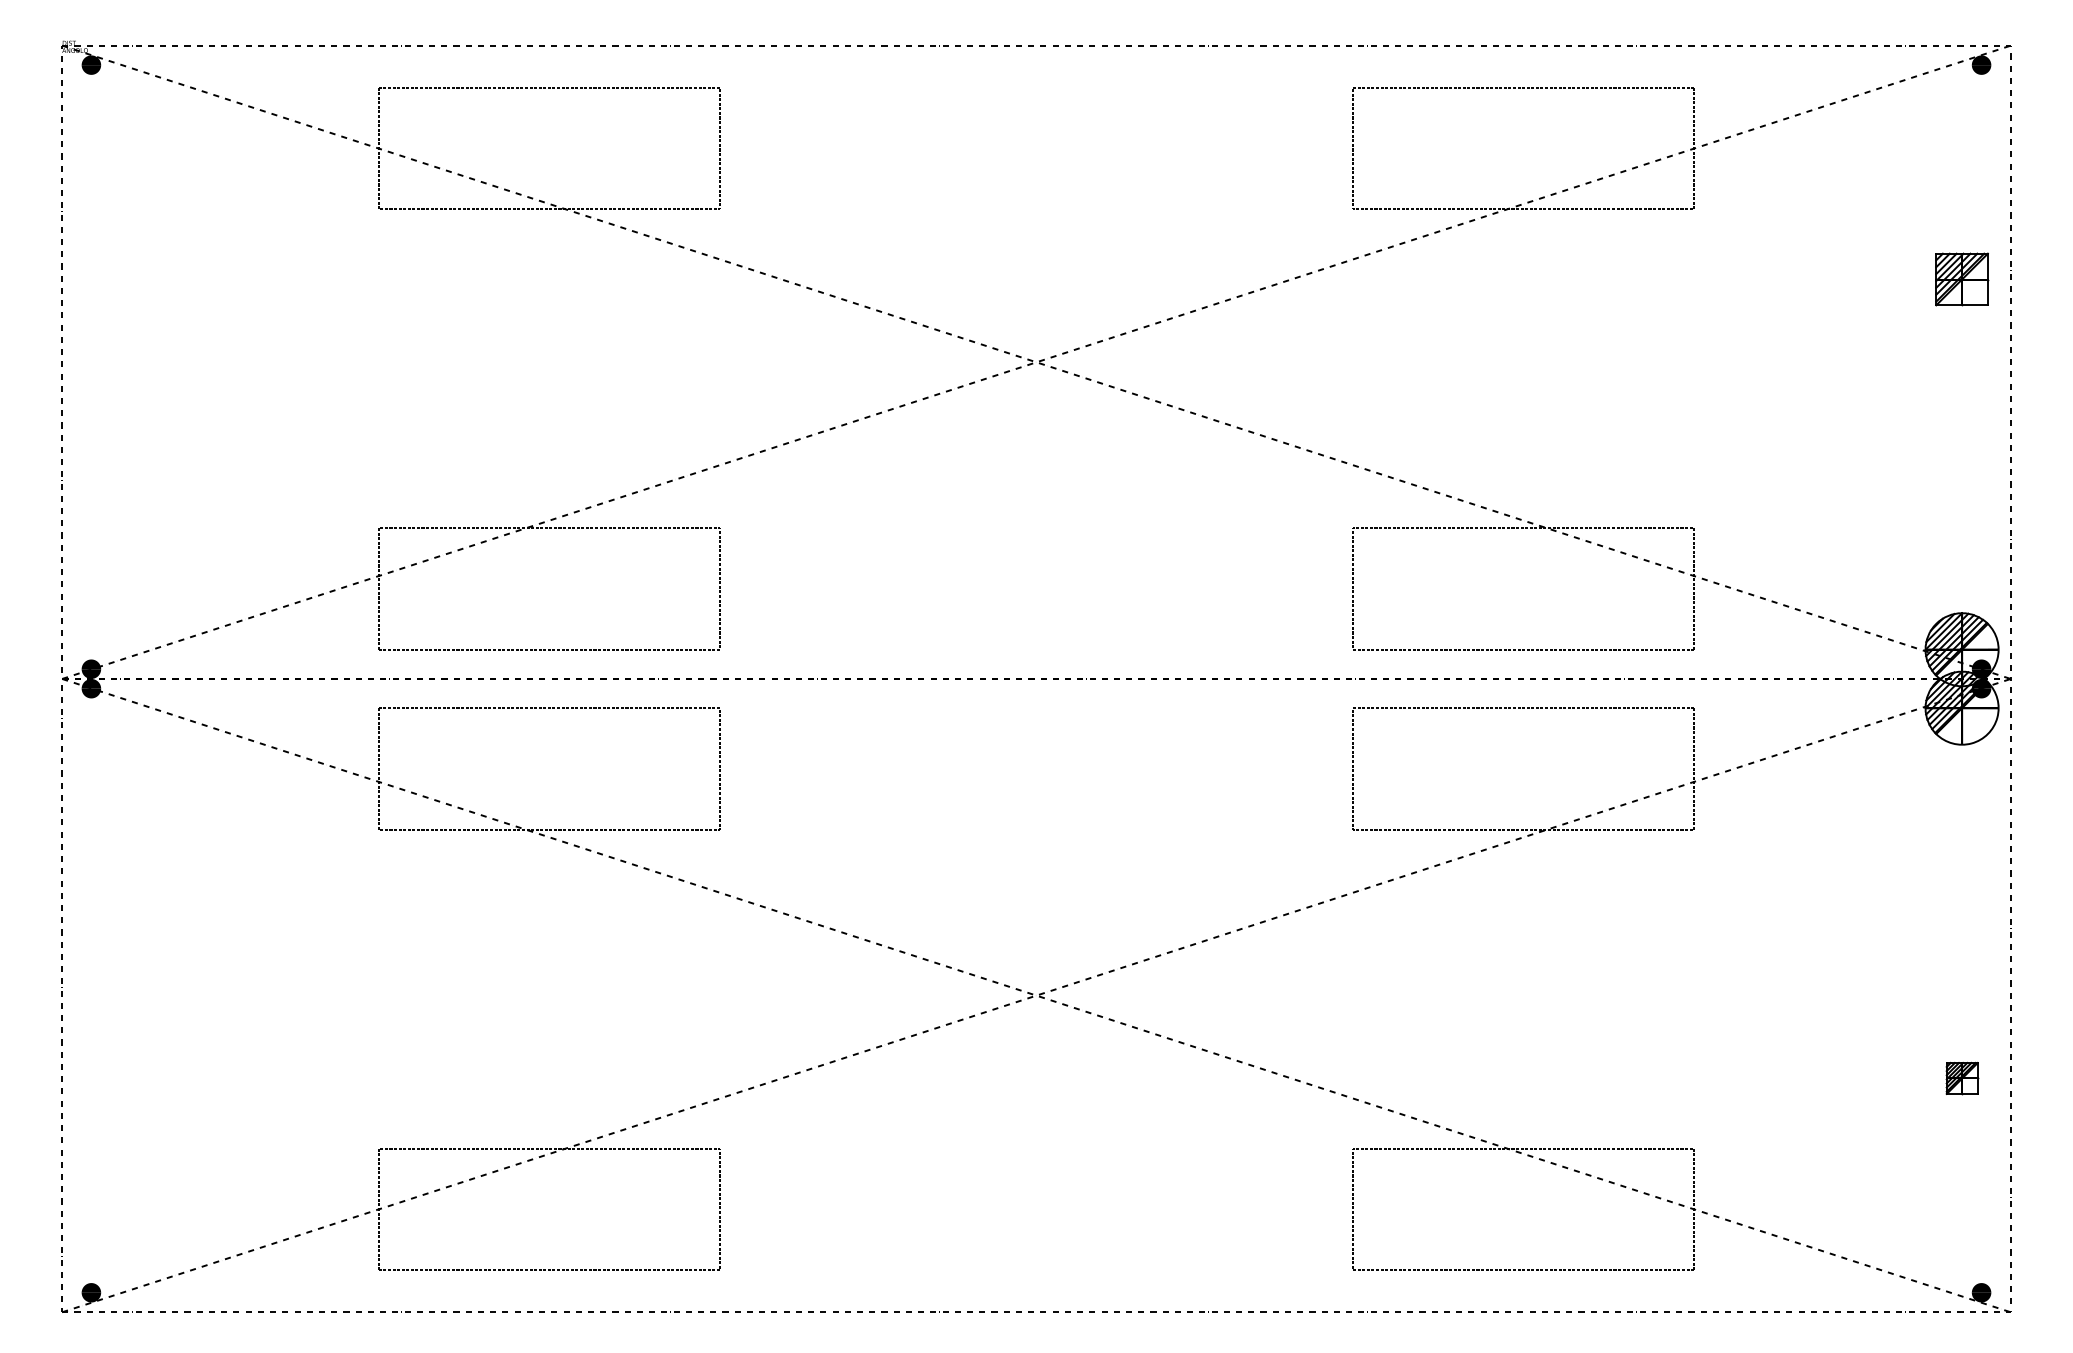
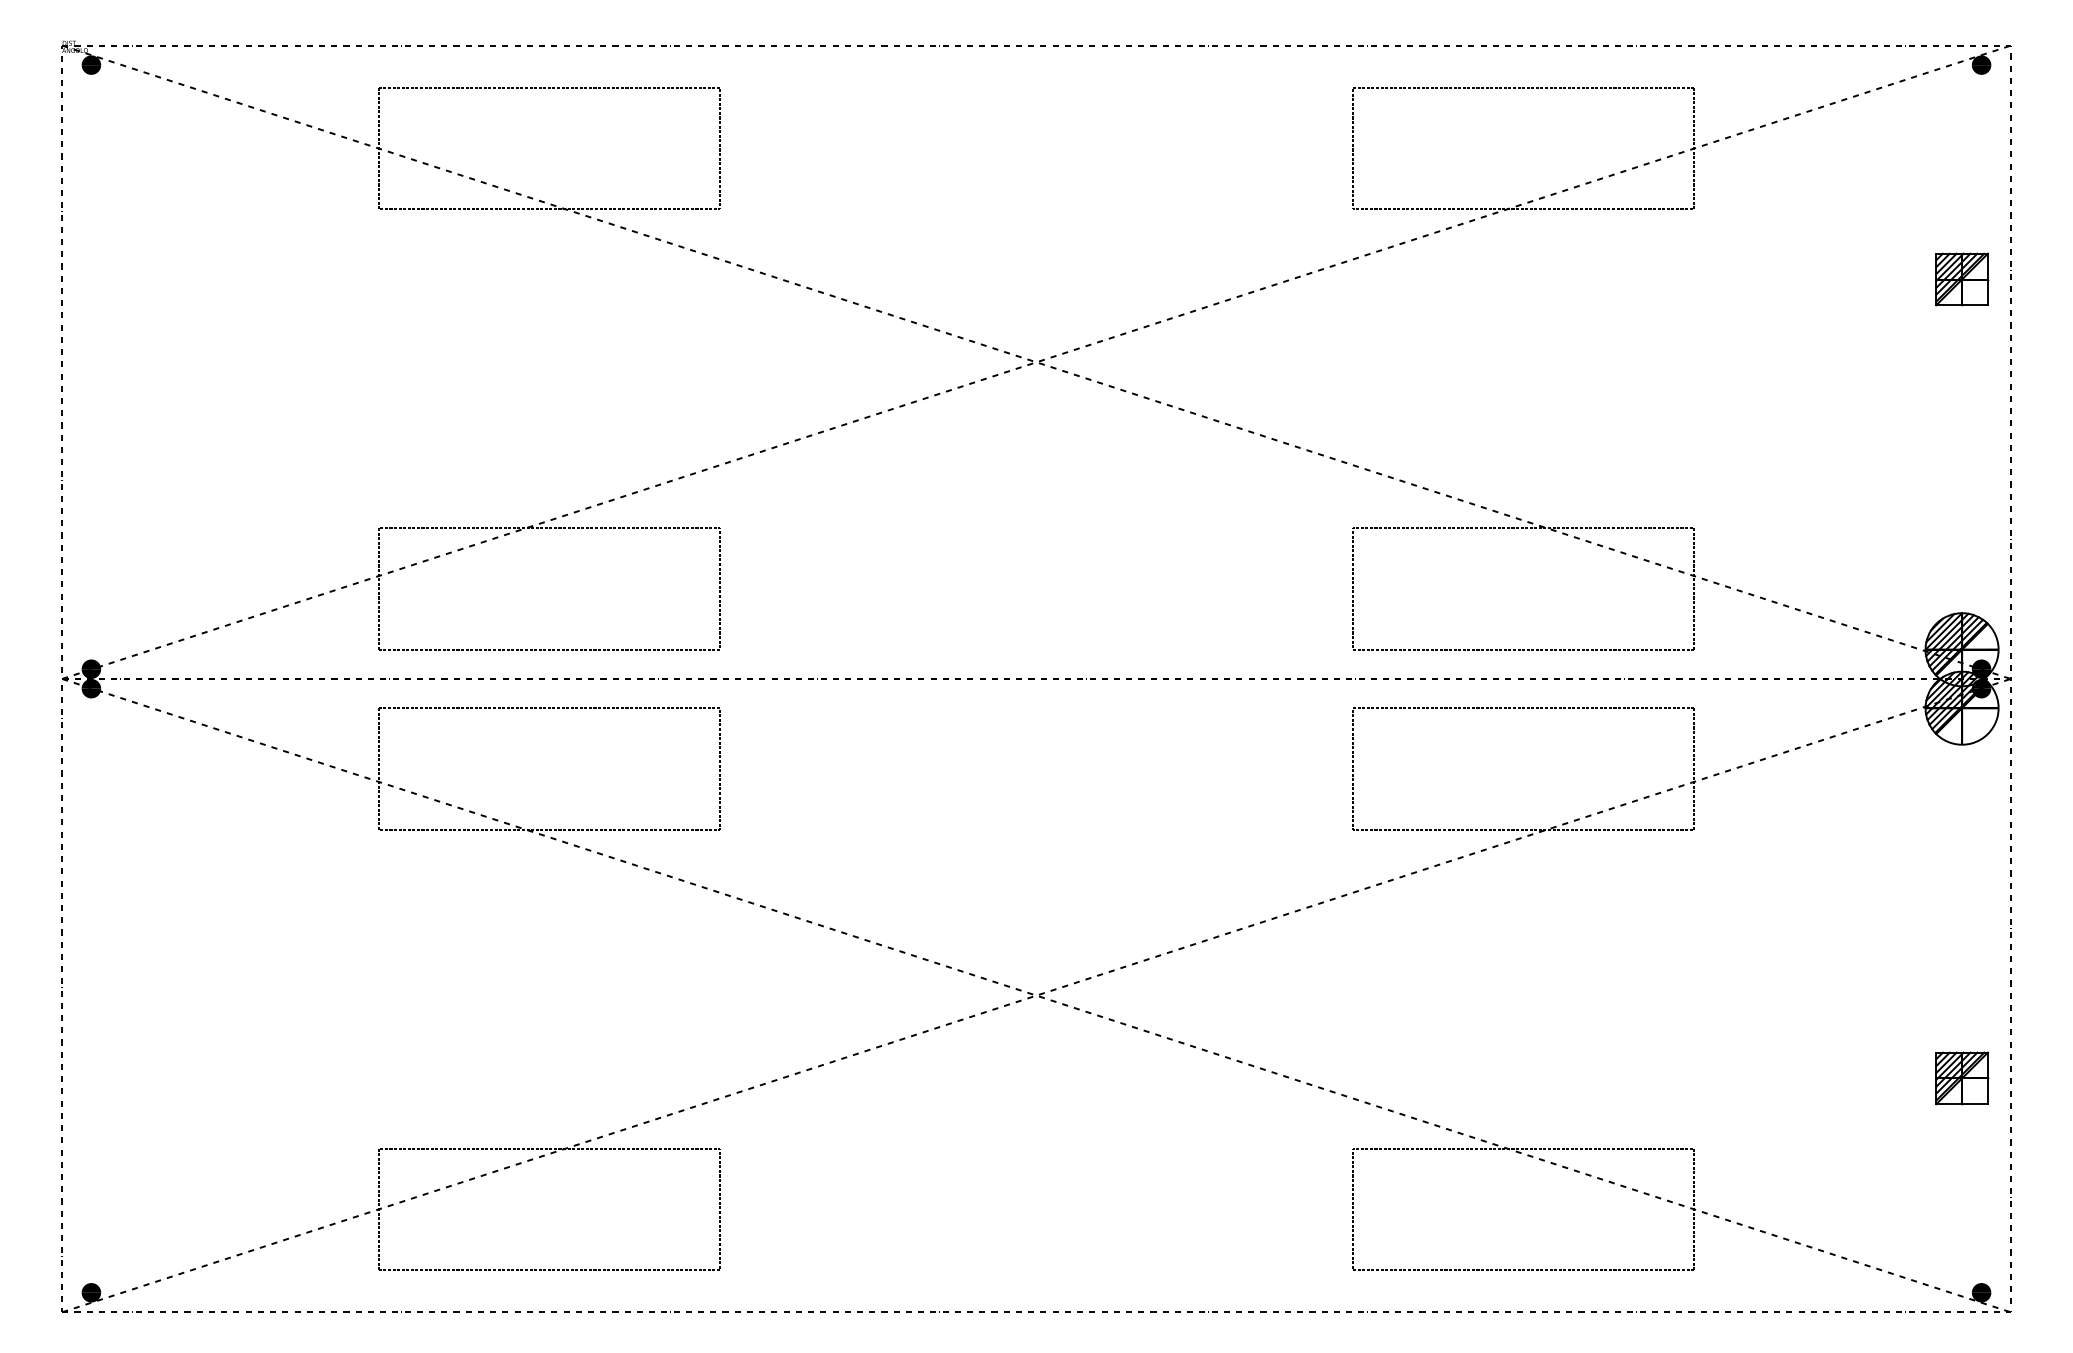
part at (1962, 1078) size: 35x35 px -> 55x55 px
